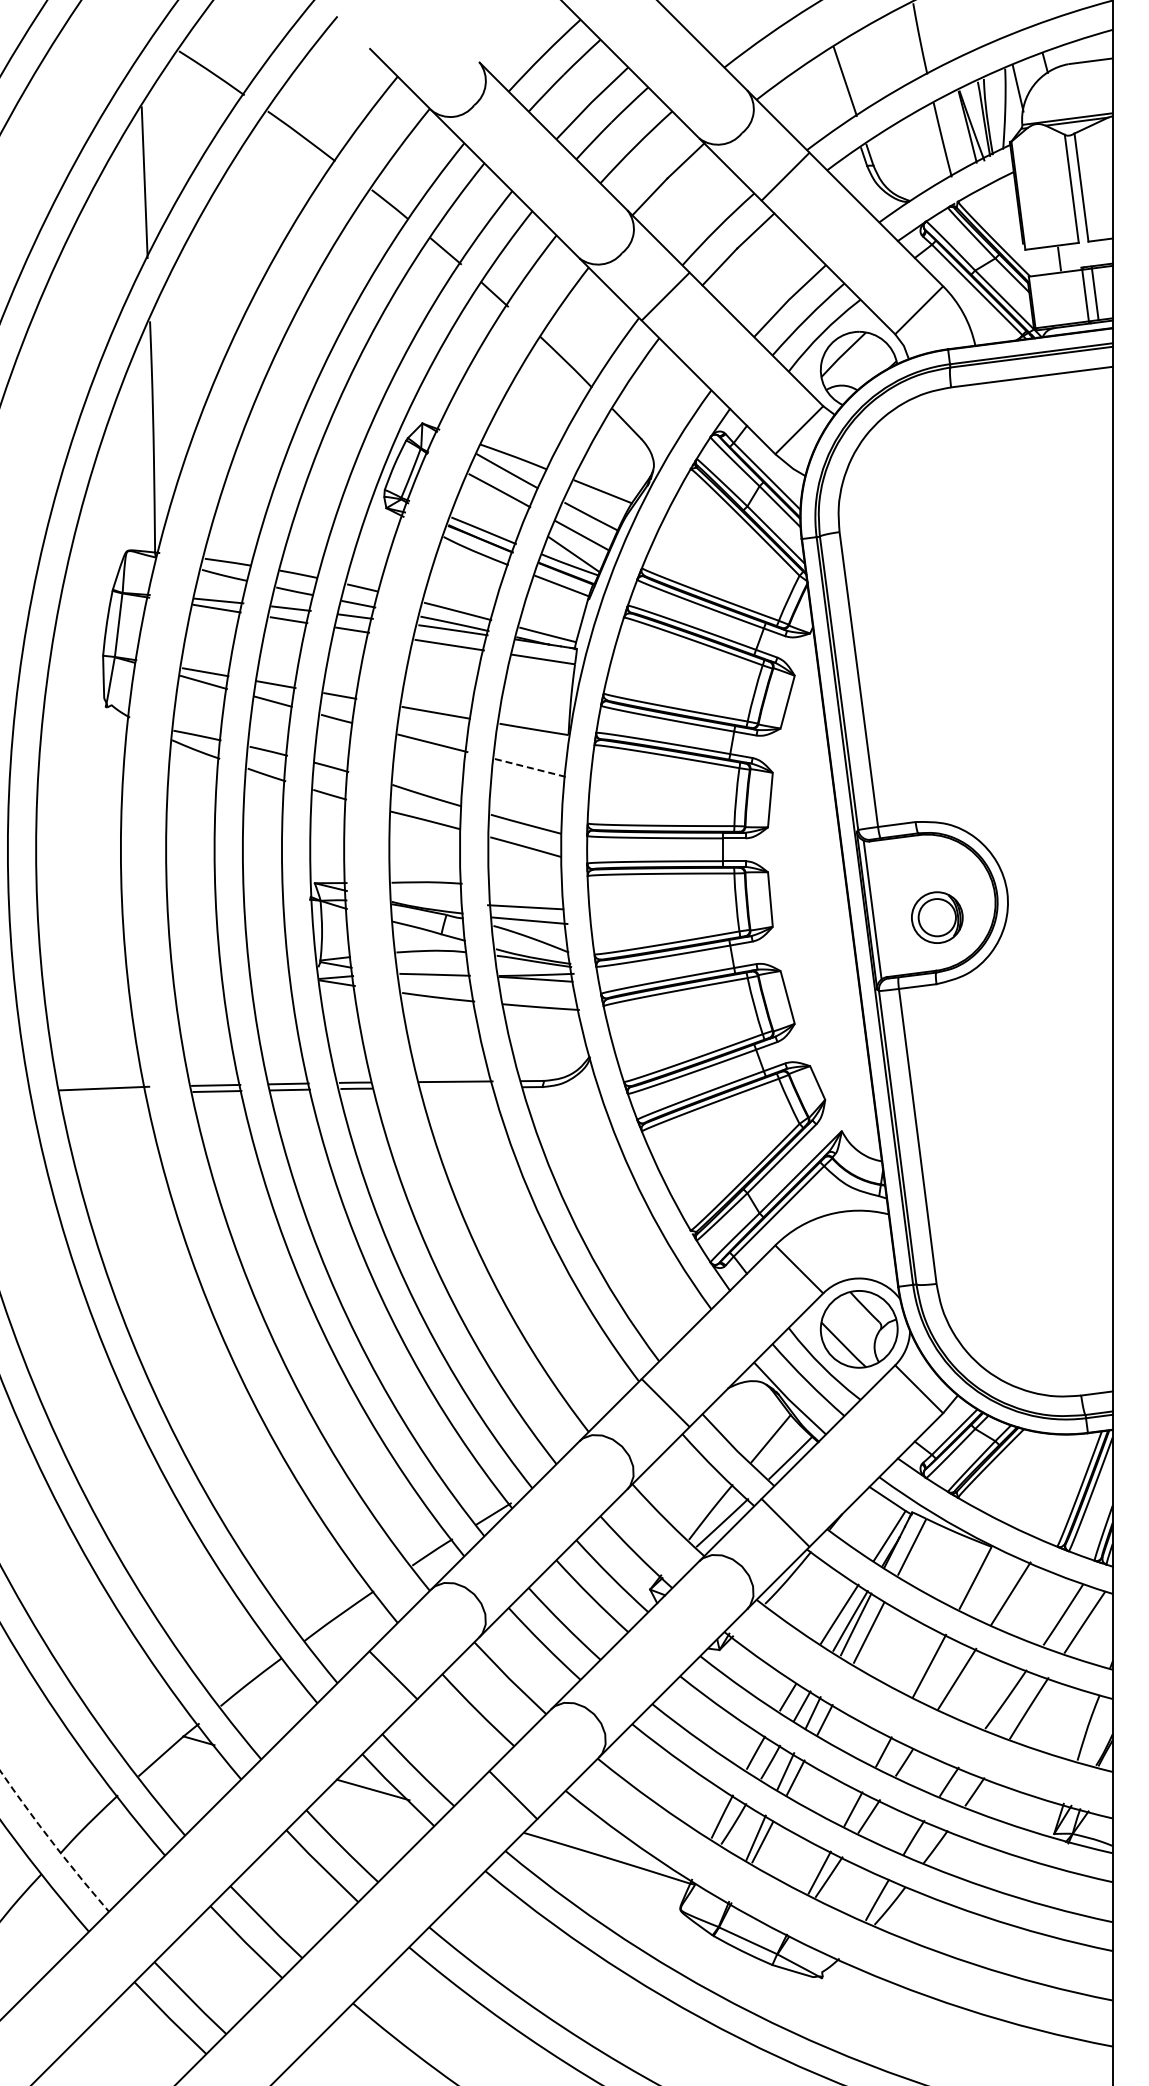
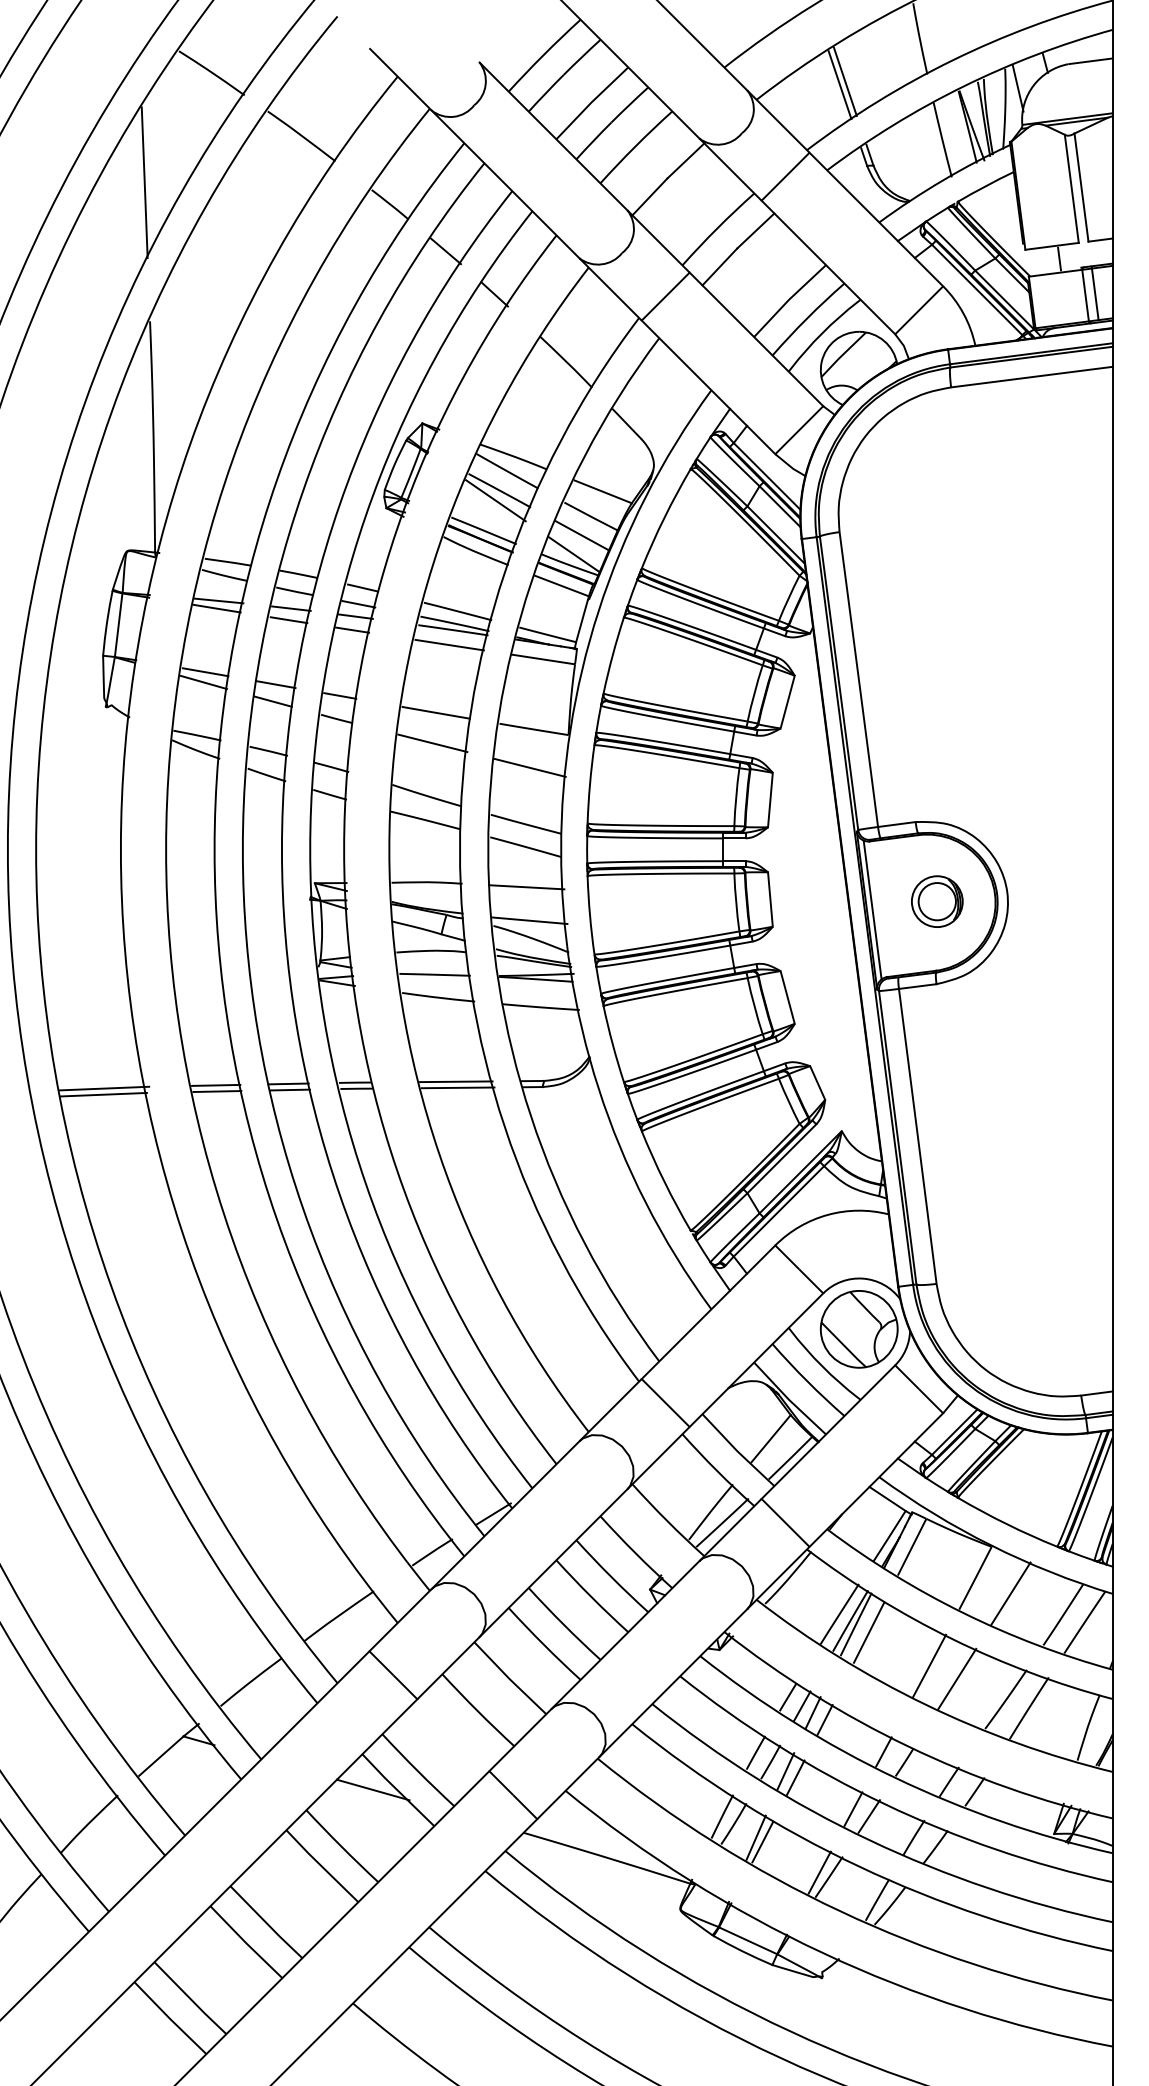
line at (839, 85): none -> present
line at (495, 500): none -> present
line at (529, 767): dashed -> solid
line at (525, 907) position: (525, 907) -> (526, 887)
part at (937, 917) position: (937, 917) -> (937, 901)
line at (457, 1087): none -> present
line at (103, 1094): none -> present
arc at (52, 1842): dashed -> solid
